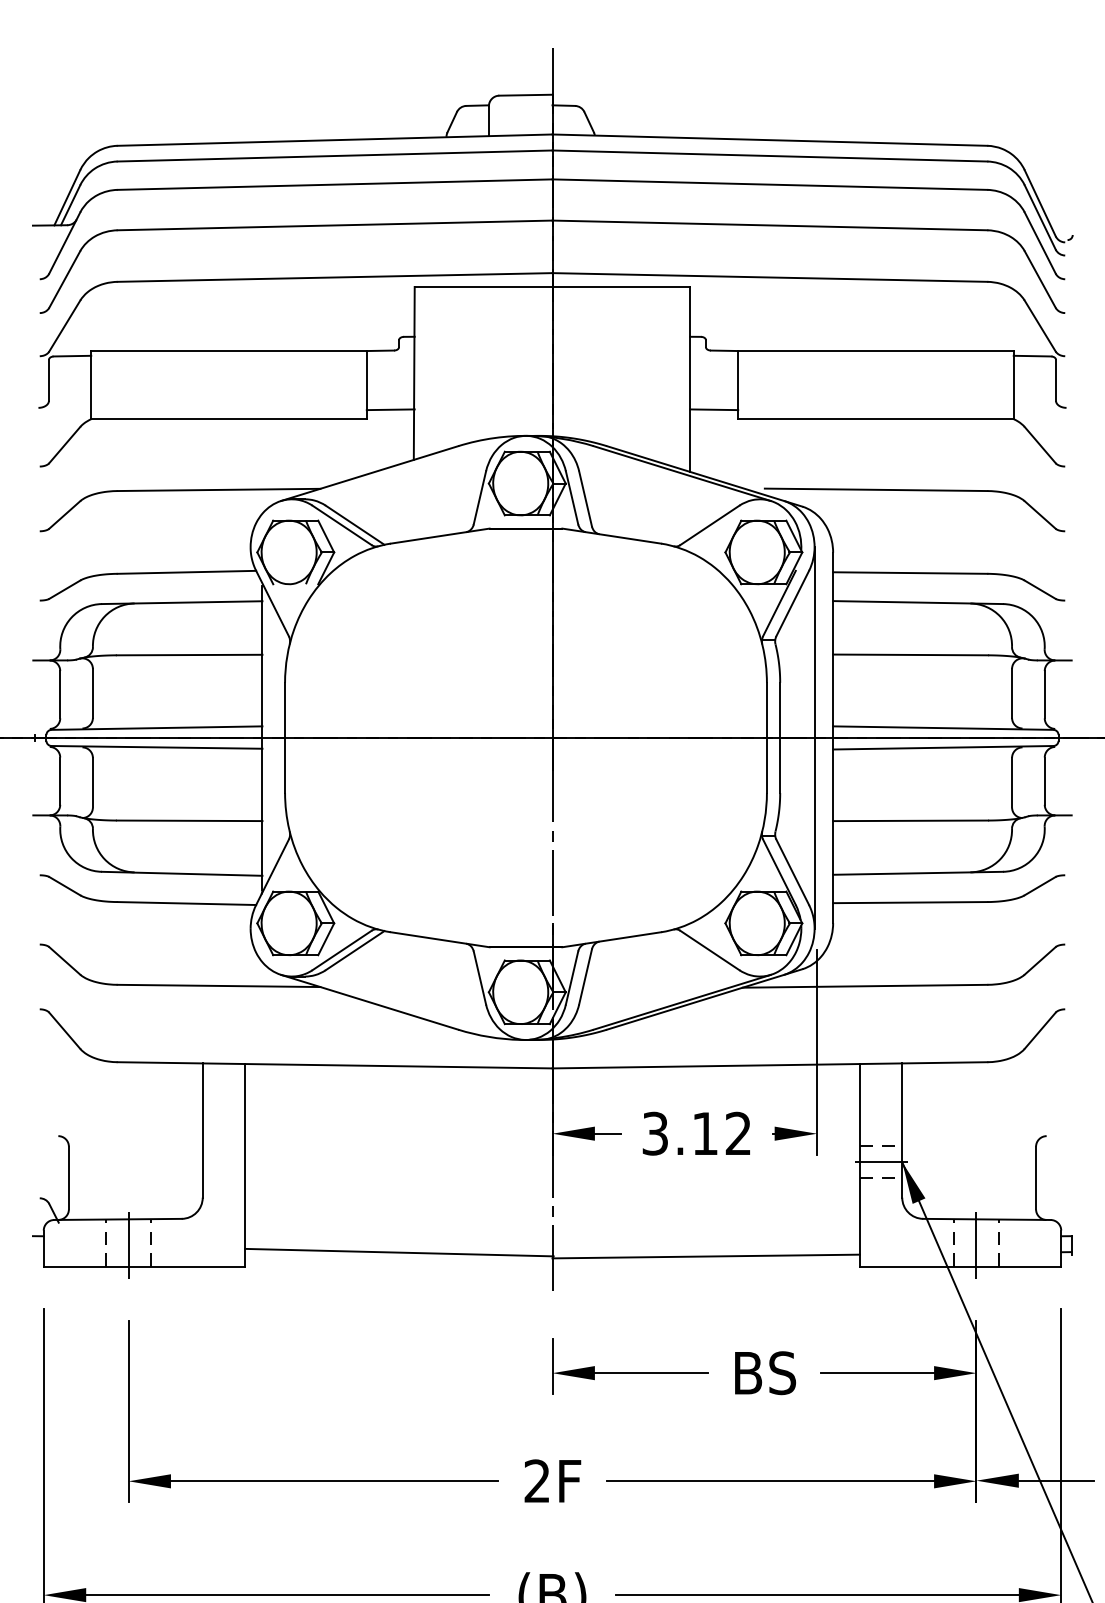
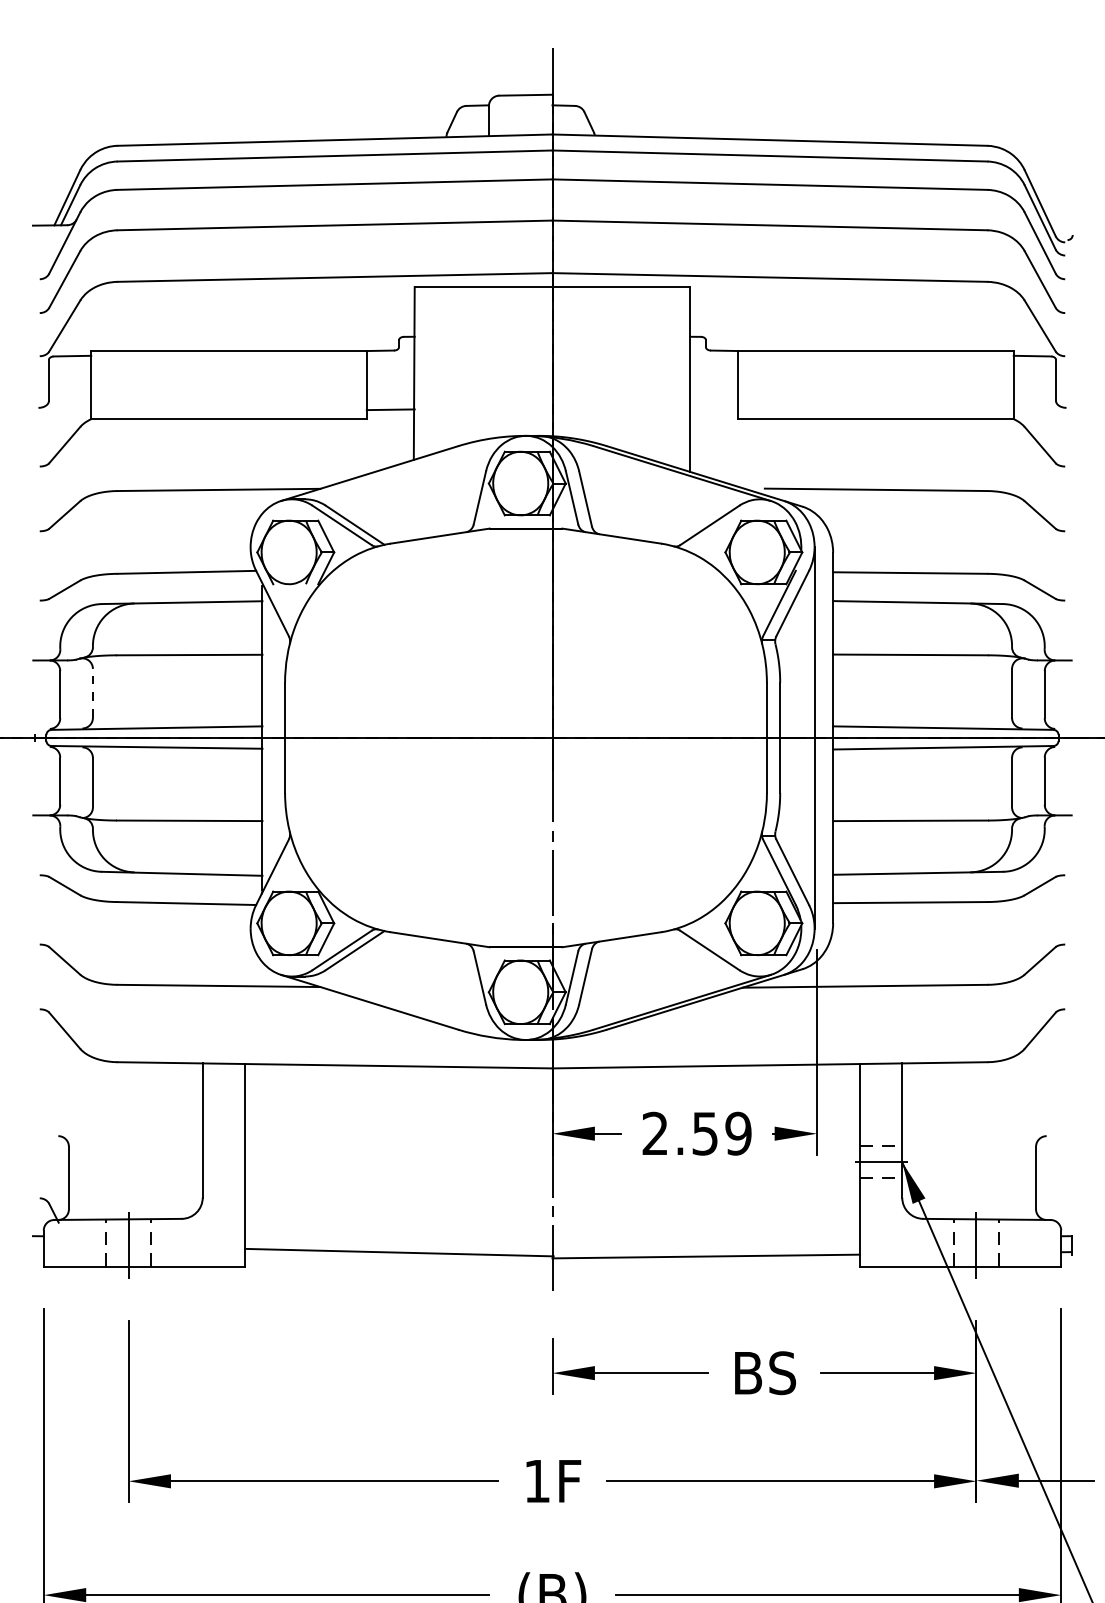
line at (714, 409): present -> none
line at (92, 692): solid -> dashed
text at (696, 1133): 3.12 -> 2.59
text at (536, 1480): 2F -> 1F
